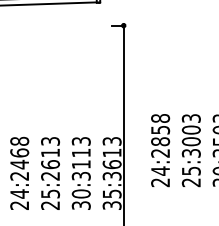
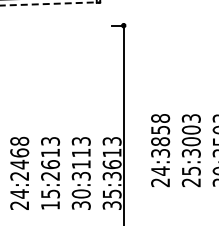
line at (48, 3): solid -> dashed
text at (160, 153): 24:2858 -> 24:3858
text at (50, 205): 25:2613 -> 15:2613
